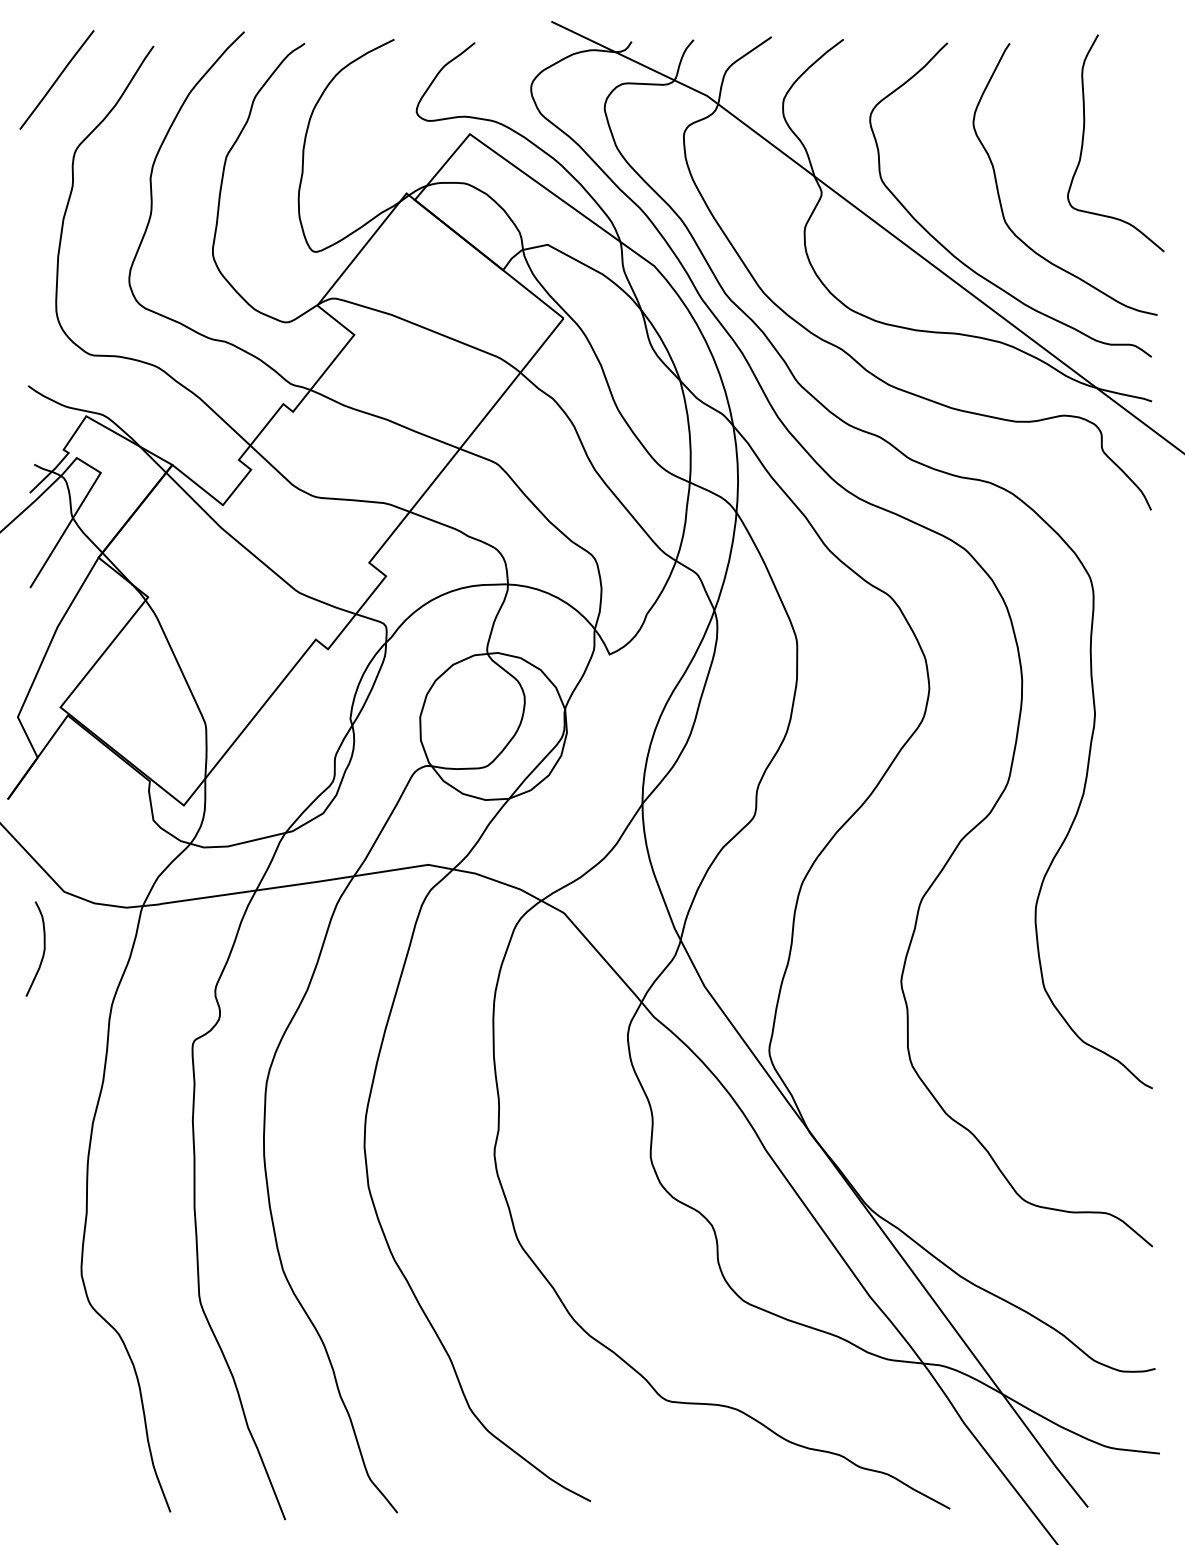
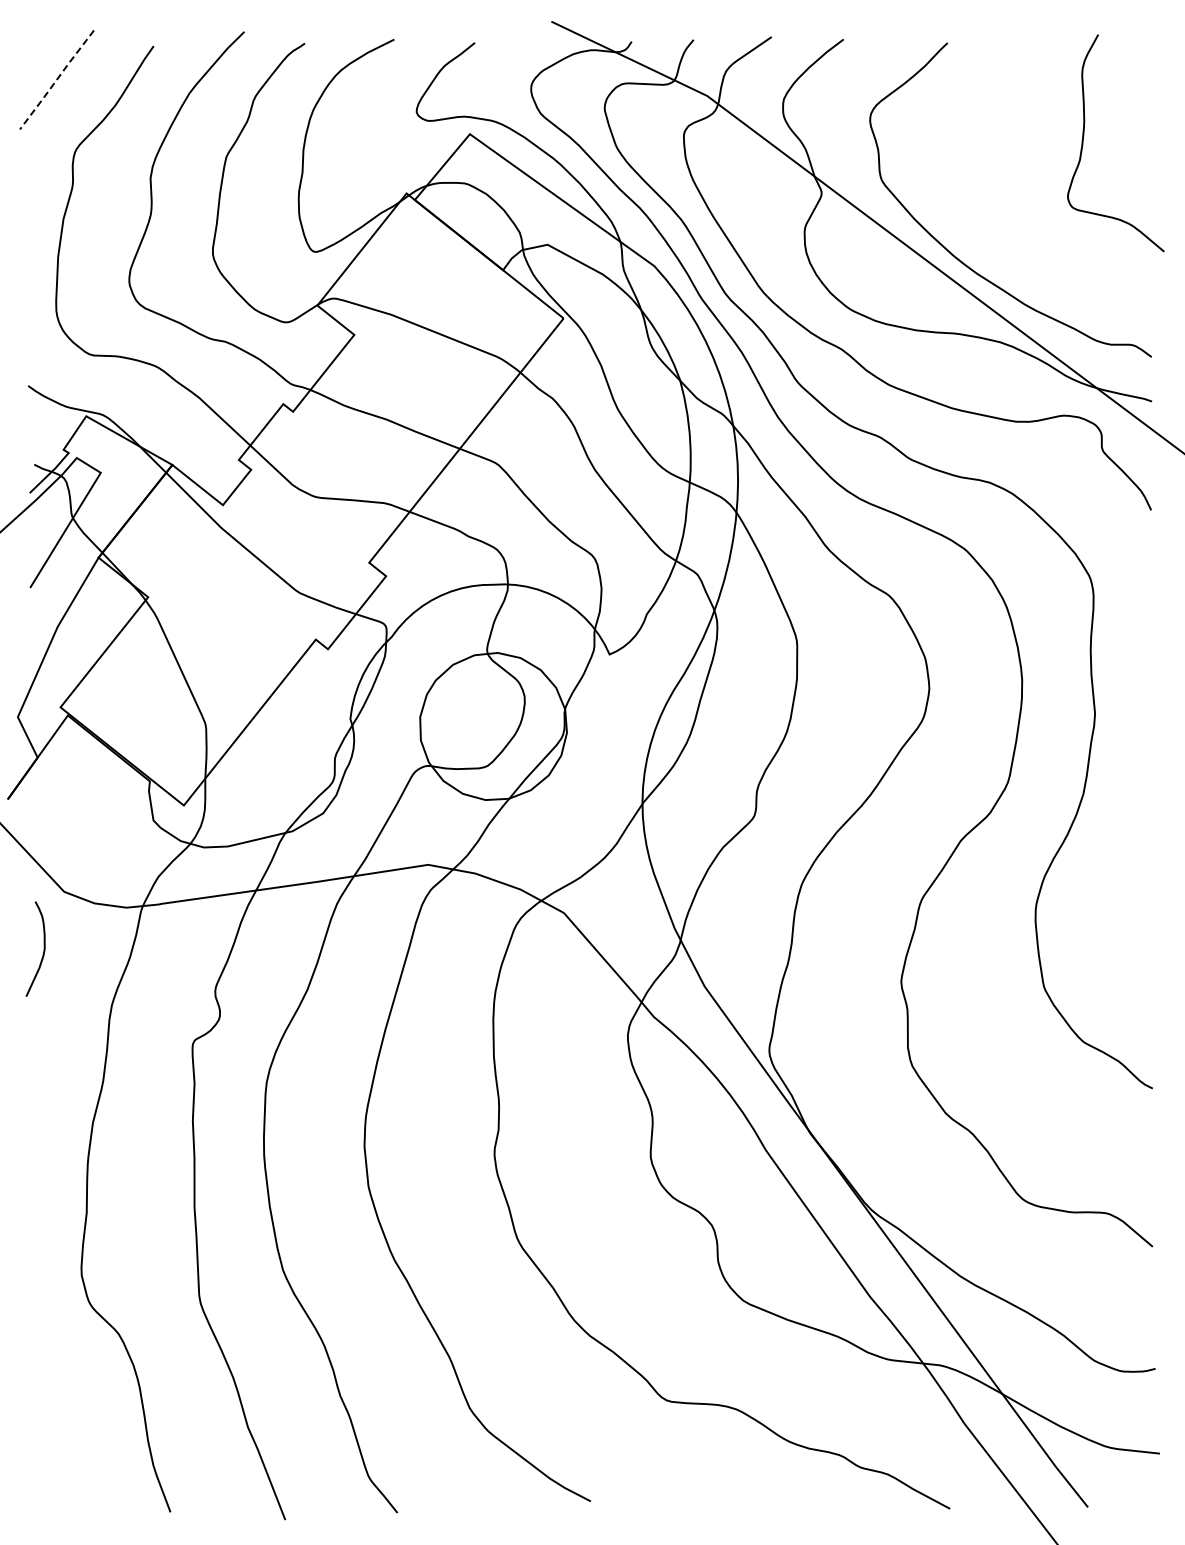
line at (56, 79): solid -> dashed
curve at (998, 187): present -> none
